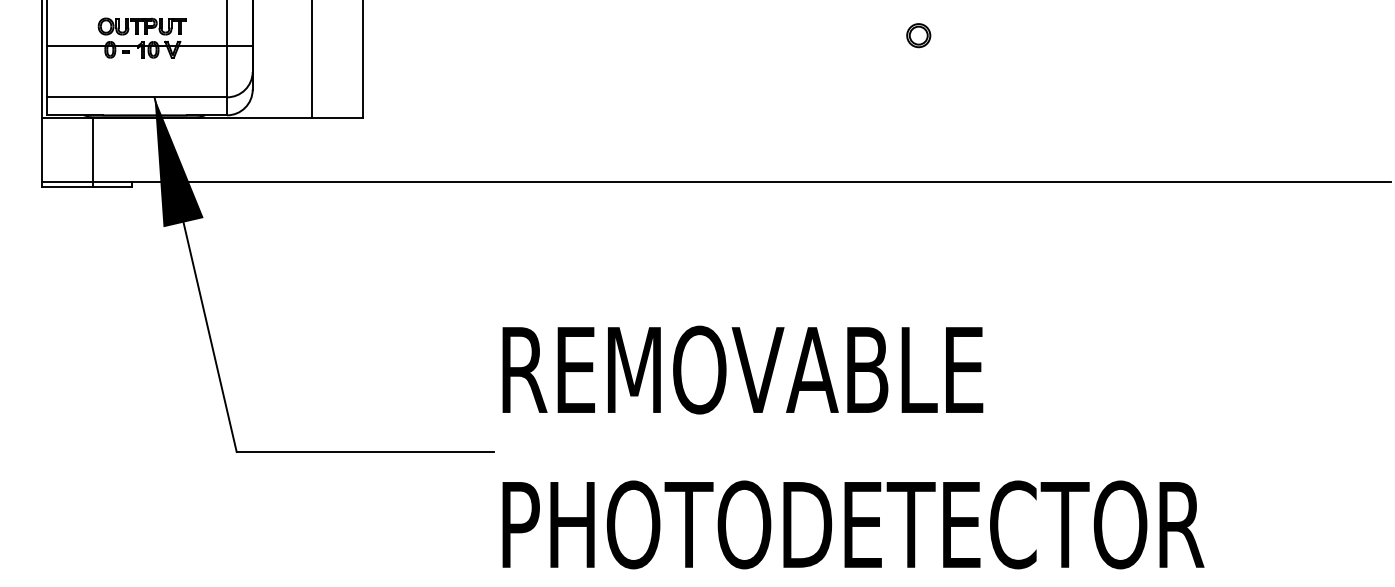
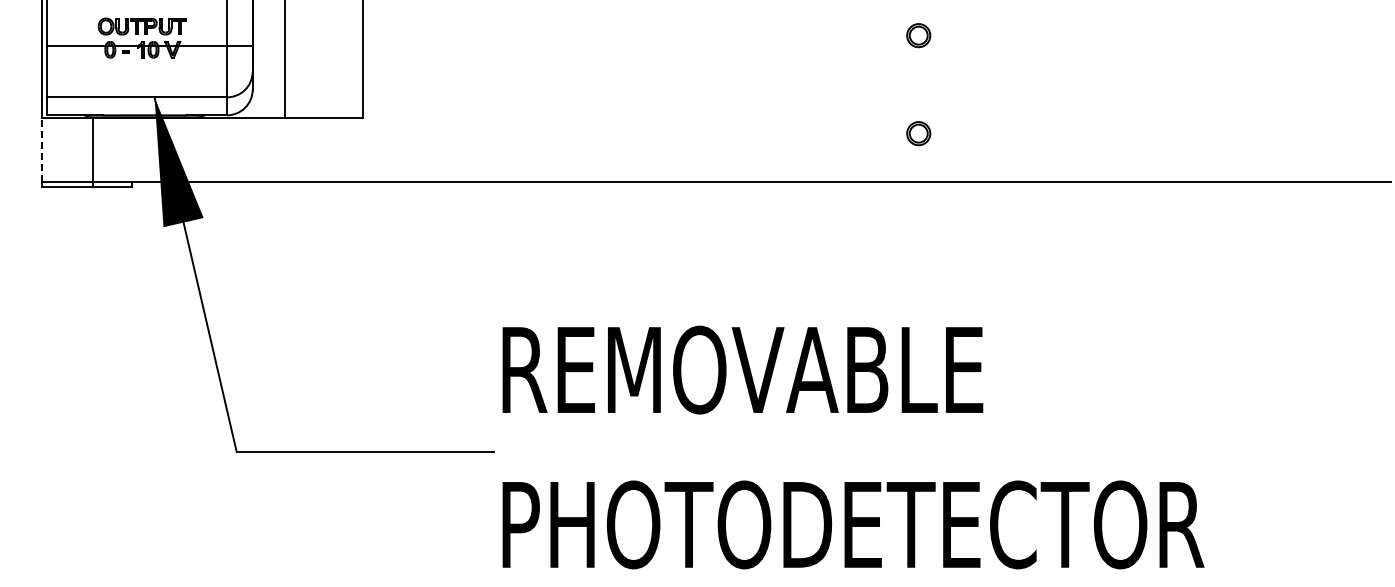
line at (311, 59) position: (311, 59) -> (284, 59)
part at (918, 133): none -> present
line at (41, 149): solid -> dashed
